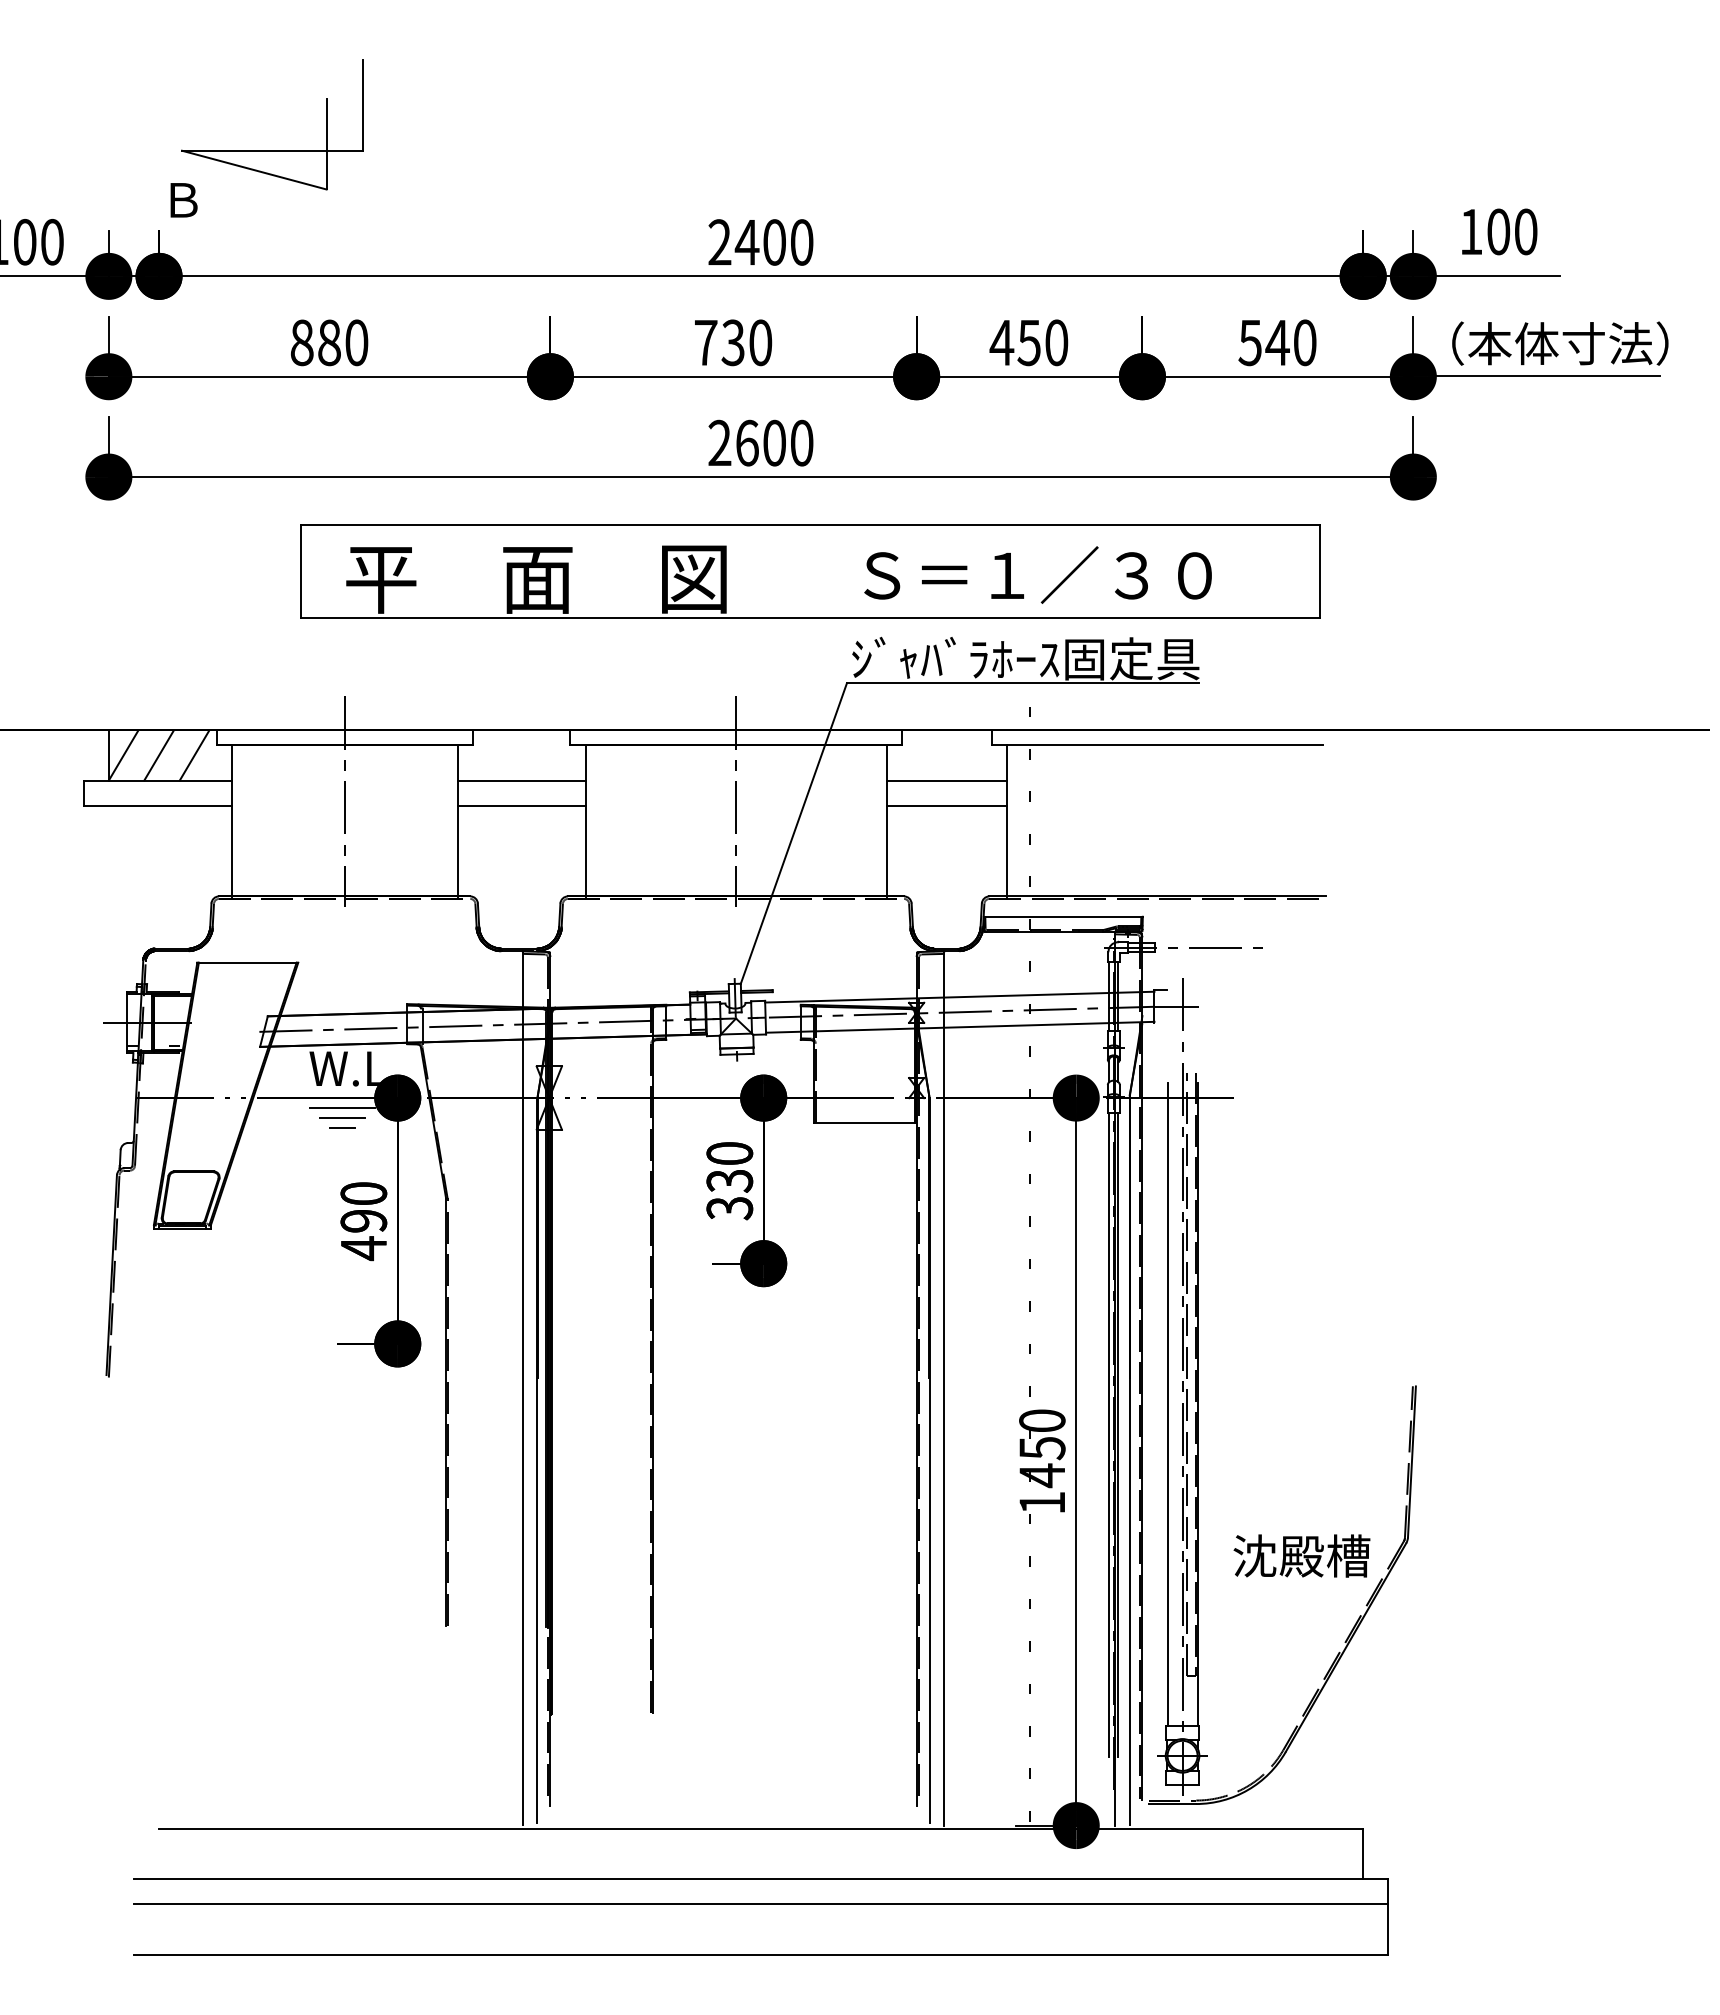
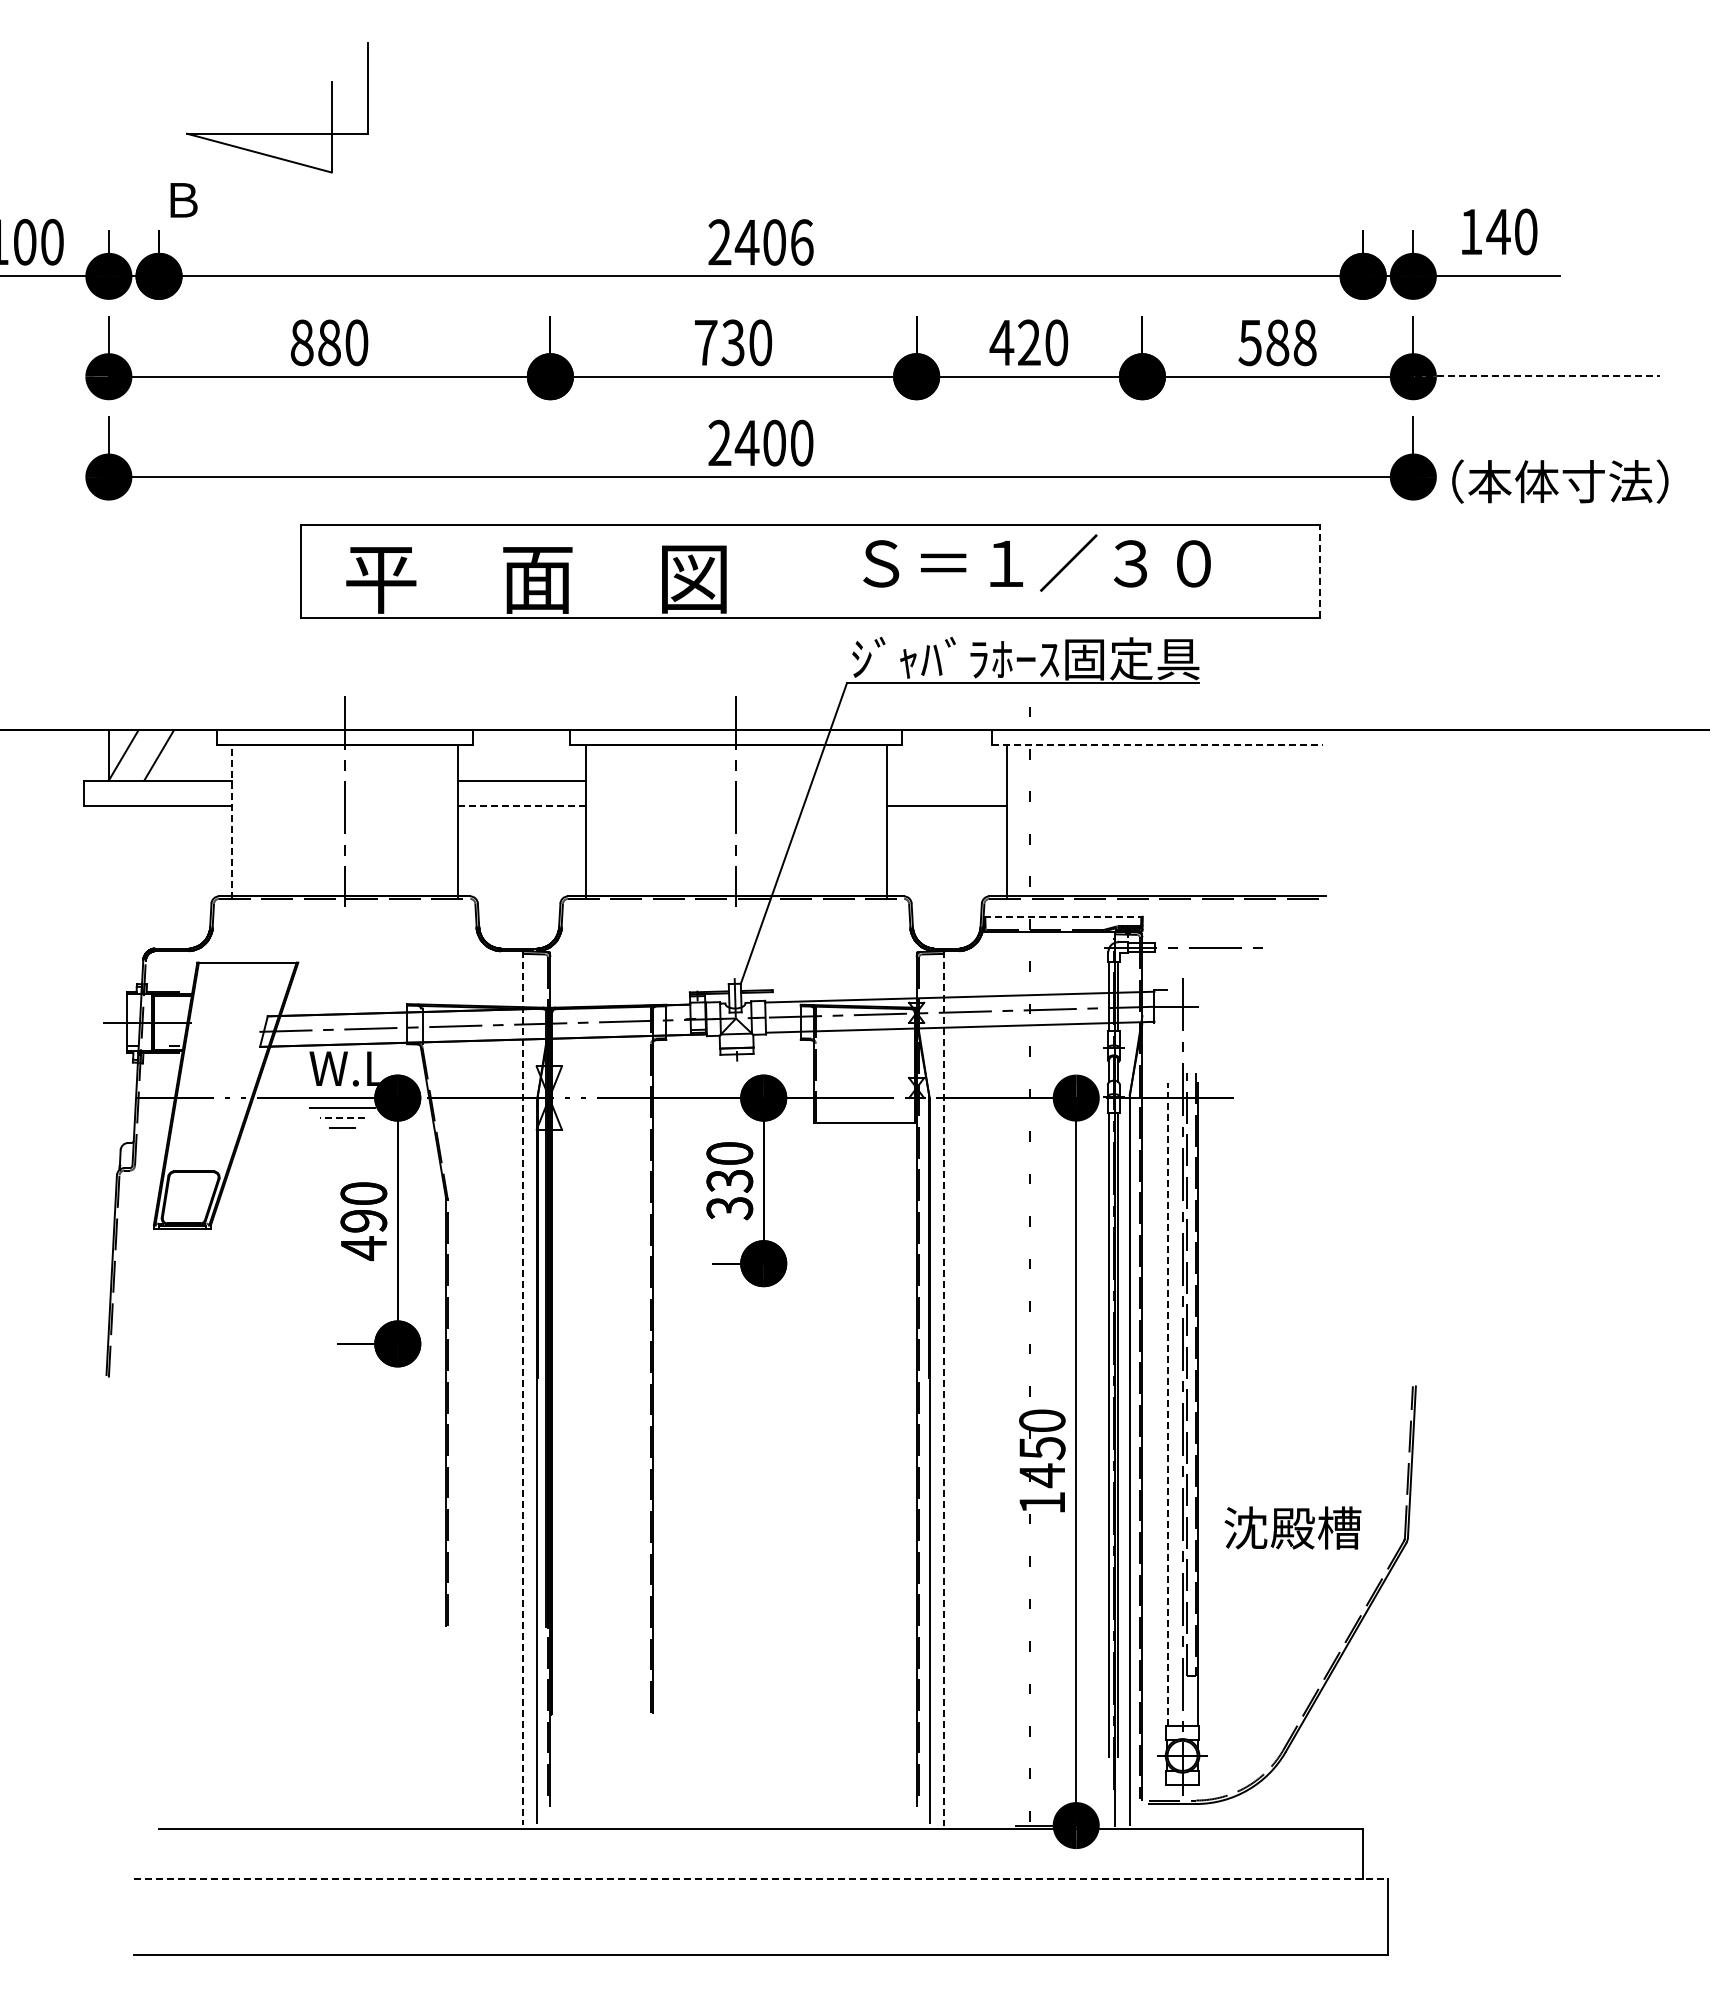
part at (272, 150) position: (272, 150) -> (277, 133)
text at (1498, 231): 100 -> 140
text at (802, 242): 2400 -> 2406
text at (1028, 342): 450 -> 420
text at (1290, 342): 540 -> 588
text at (1560, 343) position: (1560, 343) -> (1560, 481)
line at (1532, 375): solid -> dashed
text at (746, 442): 2600 -> 2400
line at (1319, 571): solid -> dashed
text at (1037, 574) position: (1037, 574) -> (1036, 562)
line at (1157, 745): solid -> dashed
line at (194, 755): present -> none
line at (946, 780): present -> none
line at (521, 805): solid -> dashed
line at (231, 822): solid -> dashed
line at (1063, 916): solid -> dashed
line at (342, 1118): solid -> dashed
line at (522, 1388): solid -> dashed
line at (944, 1388): solid -> dashed
line at (1167, 1404): solid -> dashed
text at (1301, 1555) position: (1301, 1555) -> (1292, 1527)
line at (761, 1879): solid -> dashed
line at (760, 1904): present -> none
